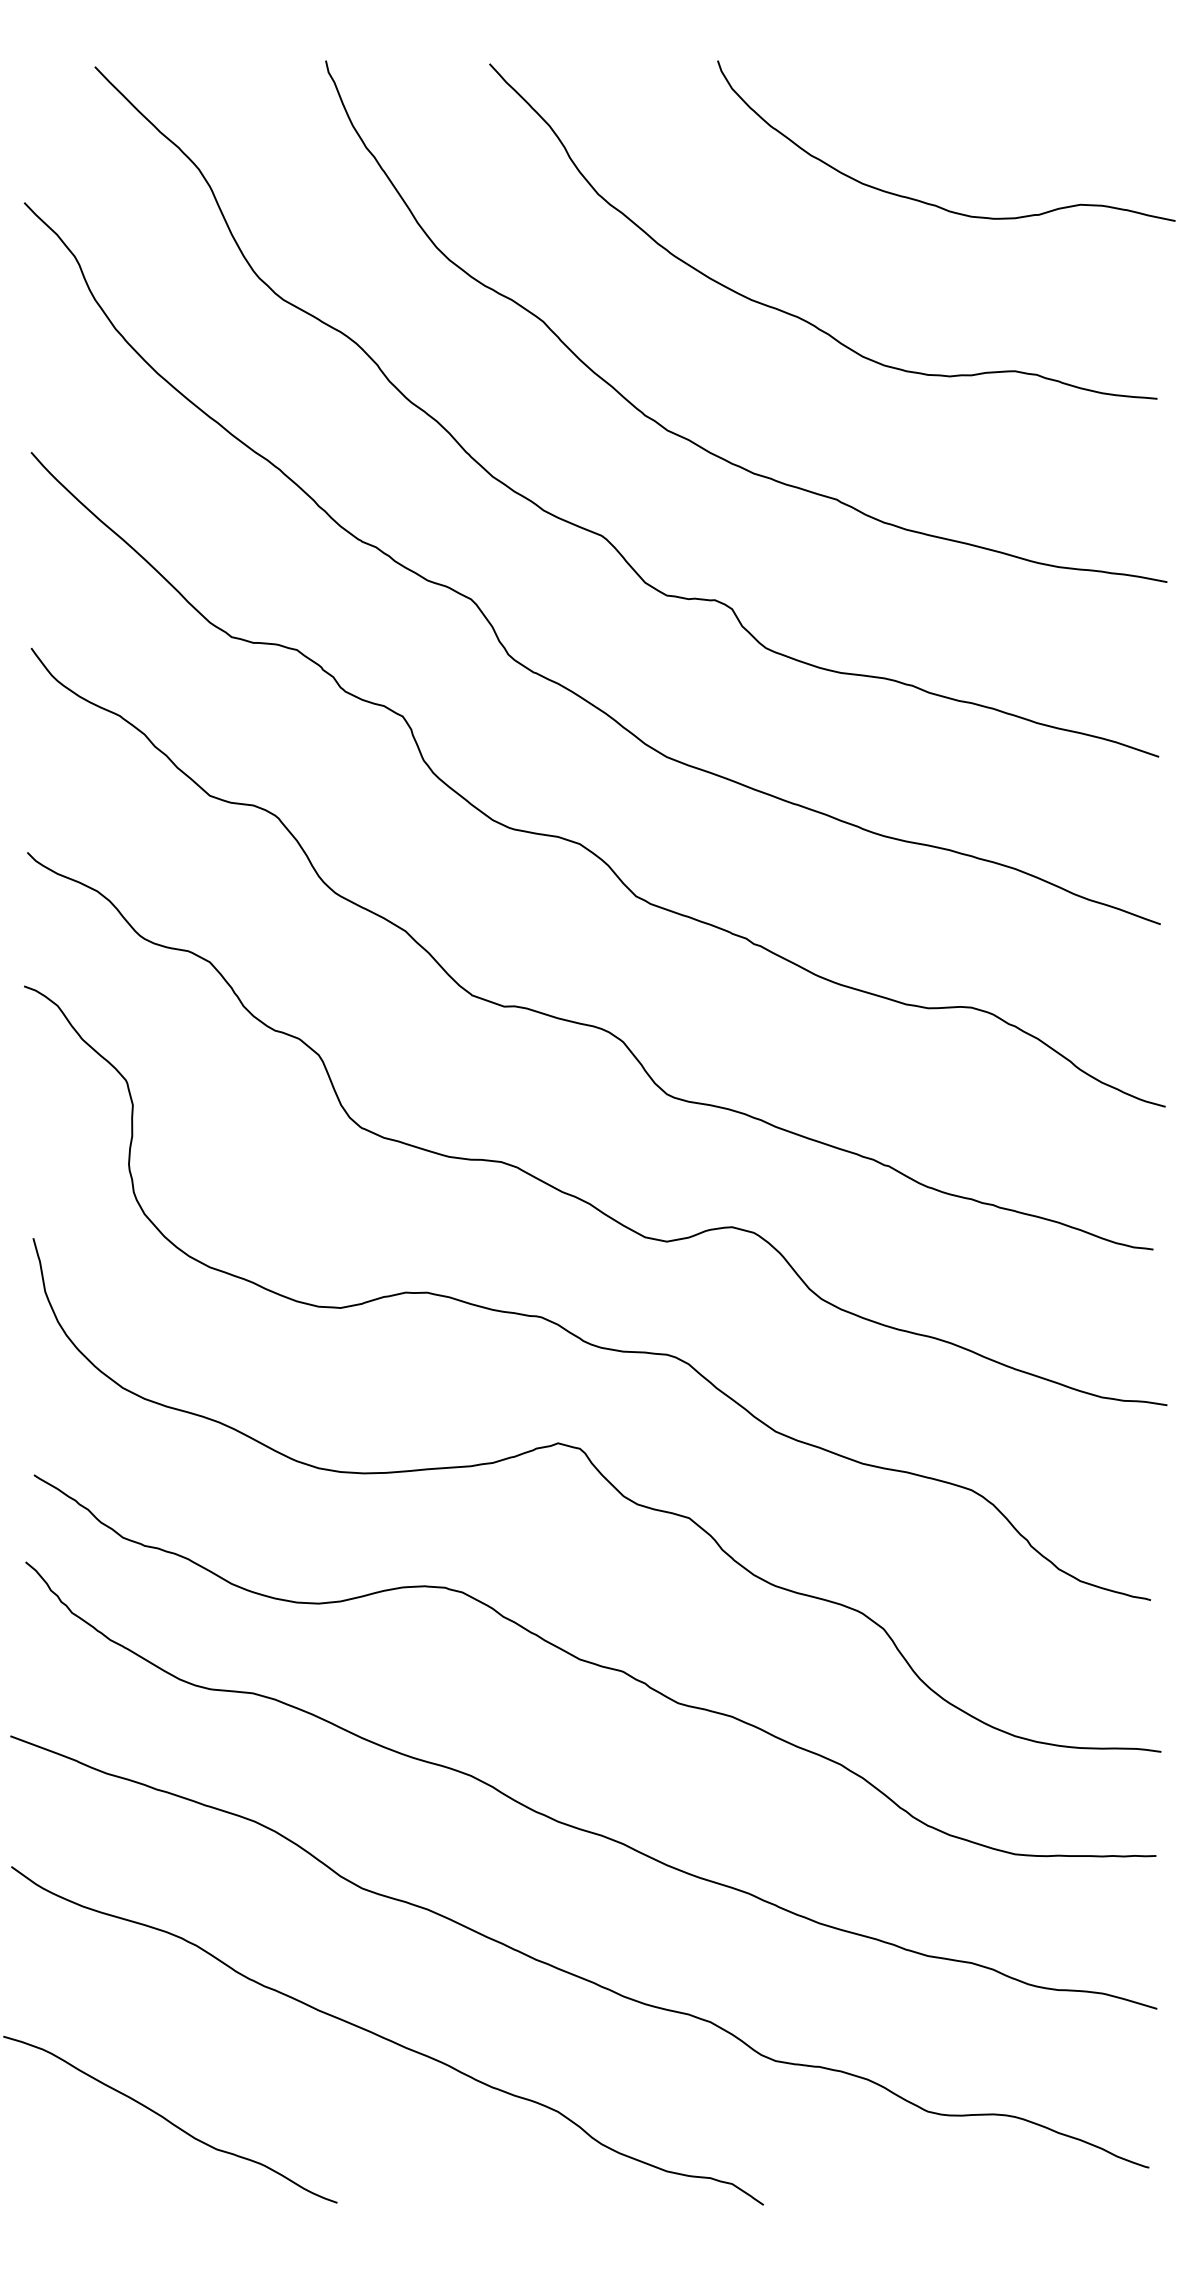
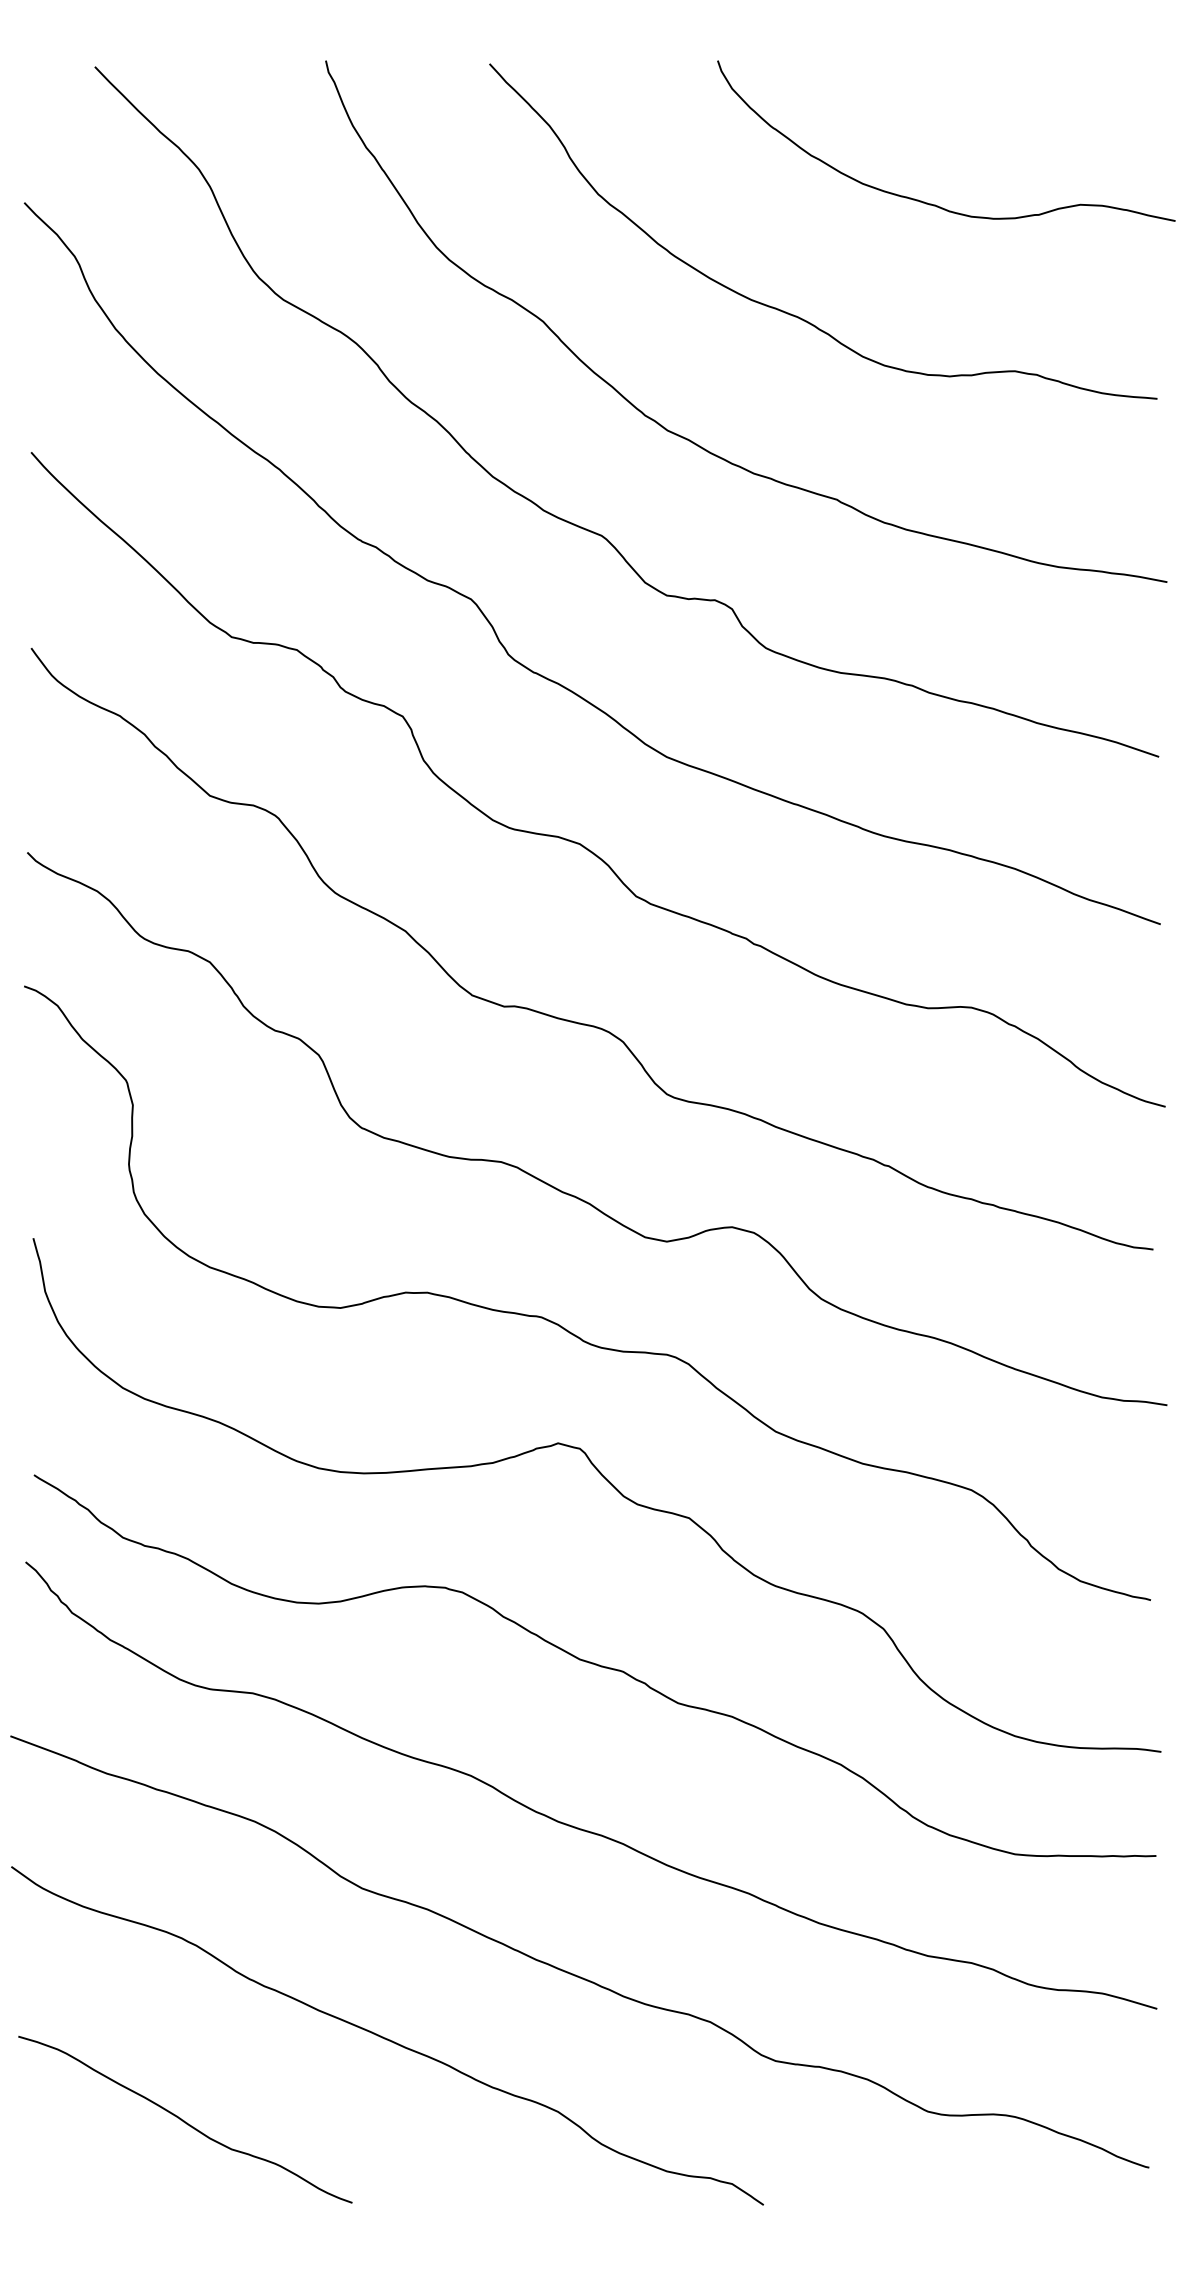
curve at (169, 2120) position: (169, 2120) -> (184, 2120)
